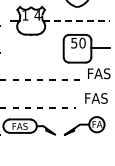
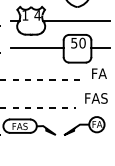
line at (76, 20): dashed -> solid
line at (36, 48): none -> present
text at (99, 73): FAS -> FA
